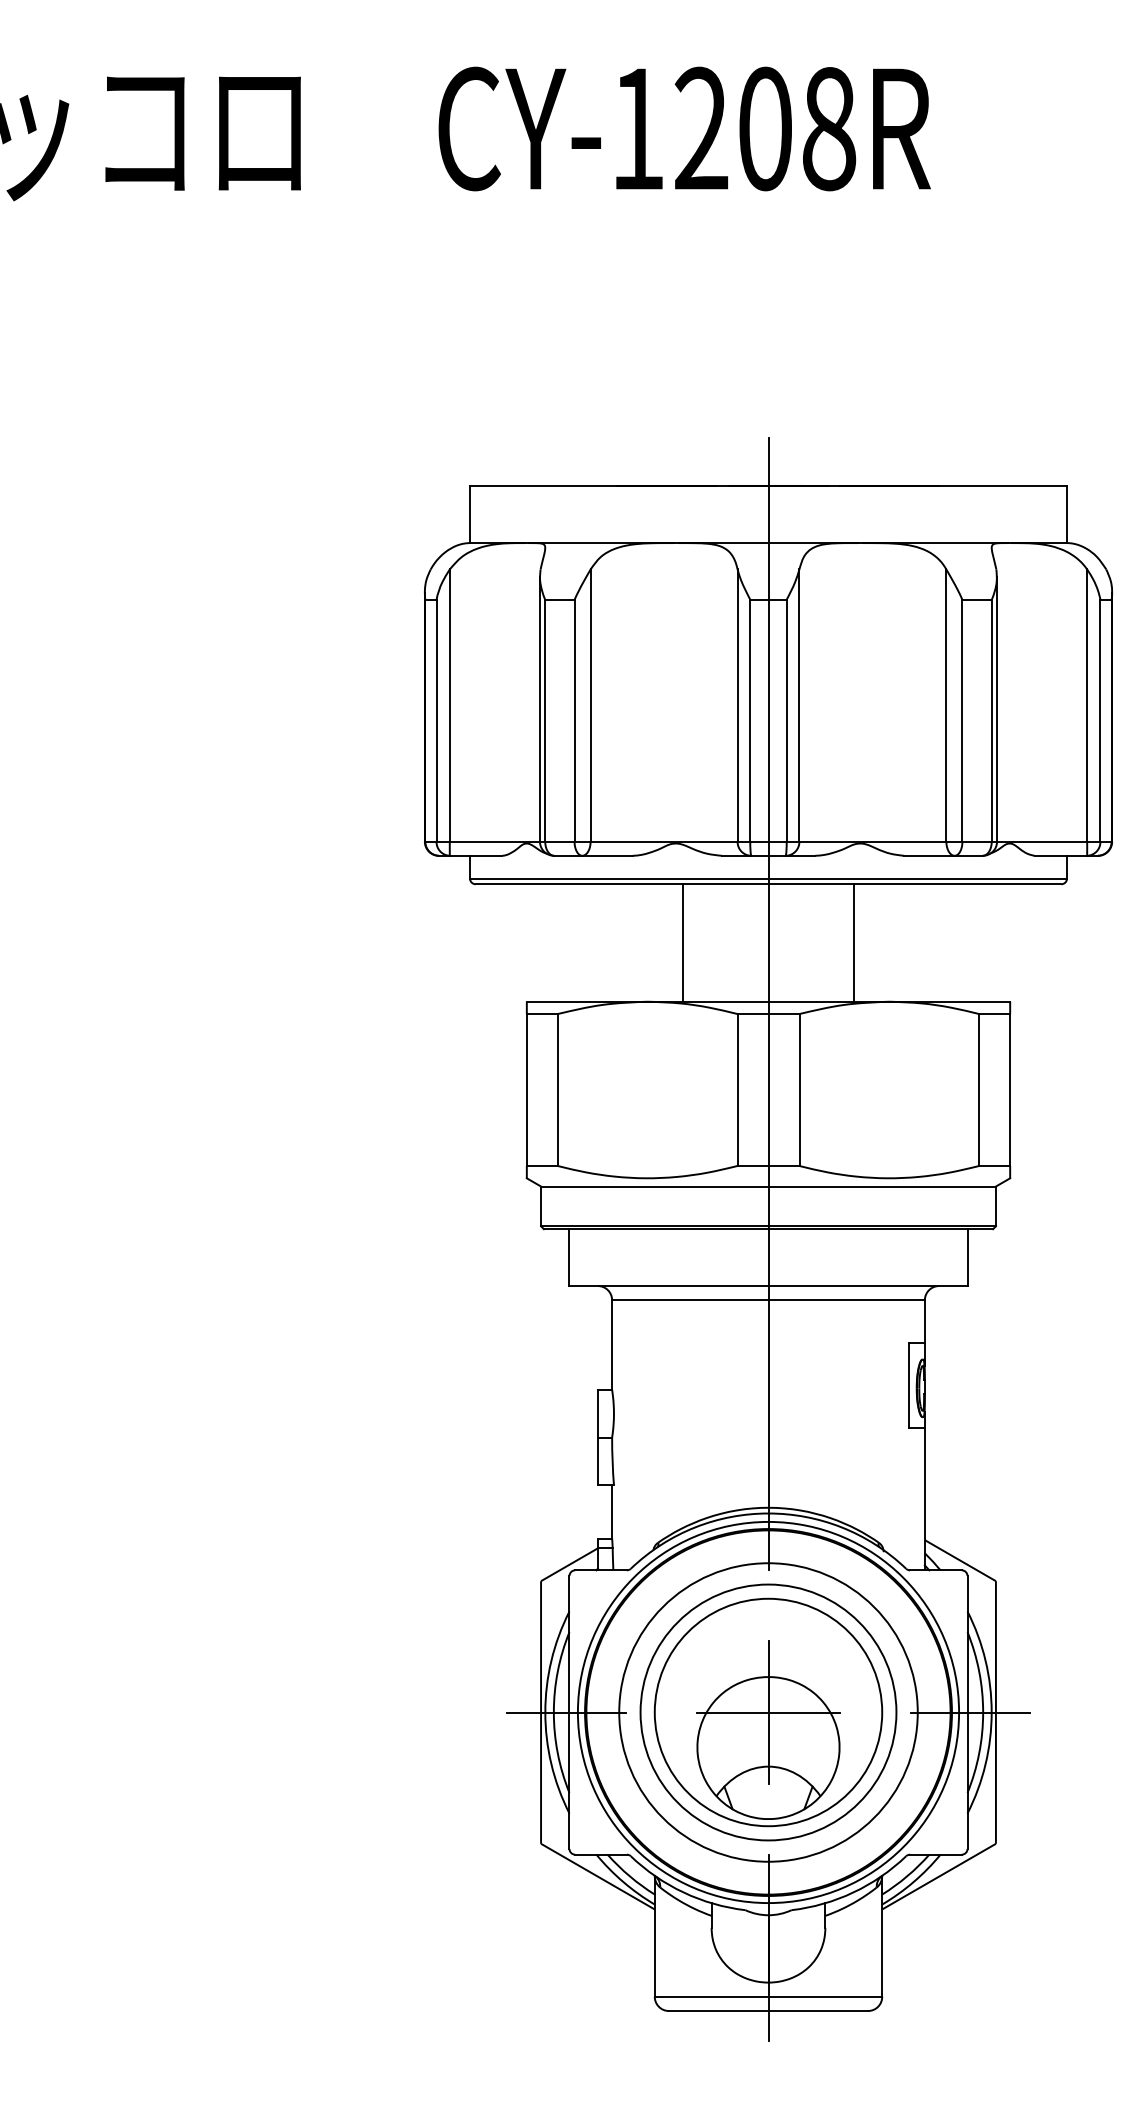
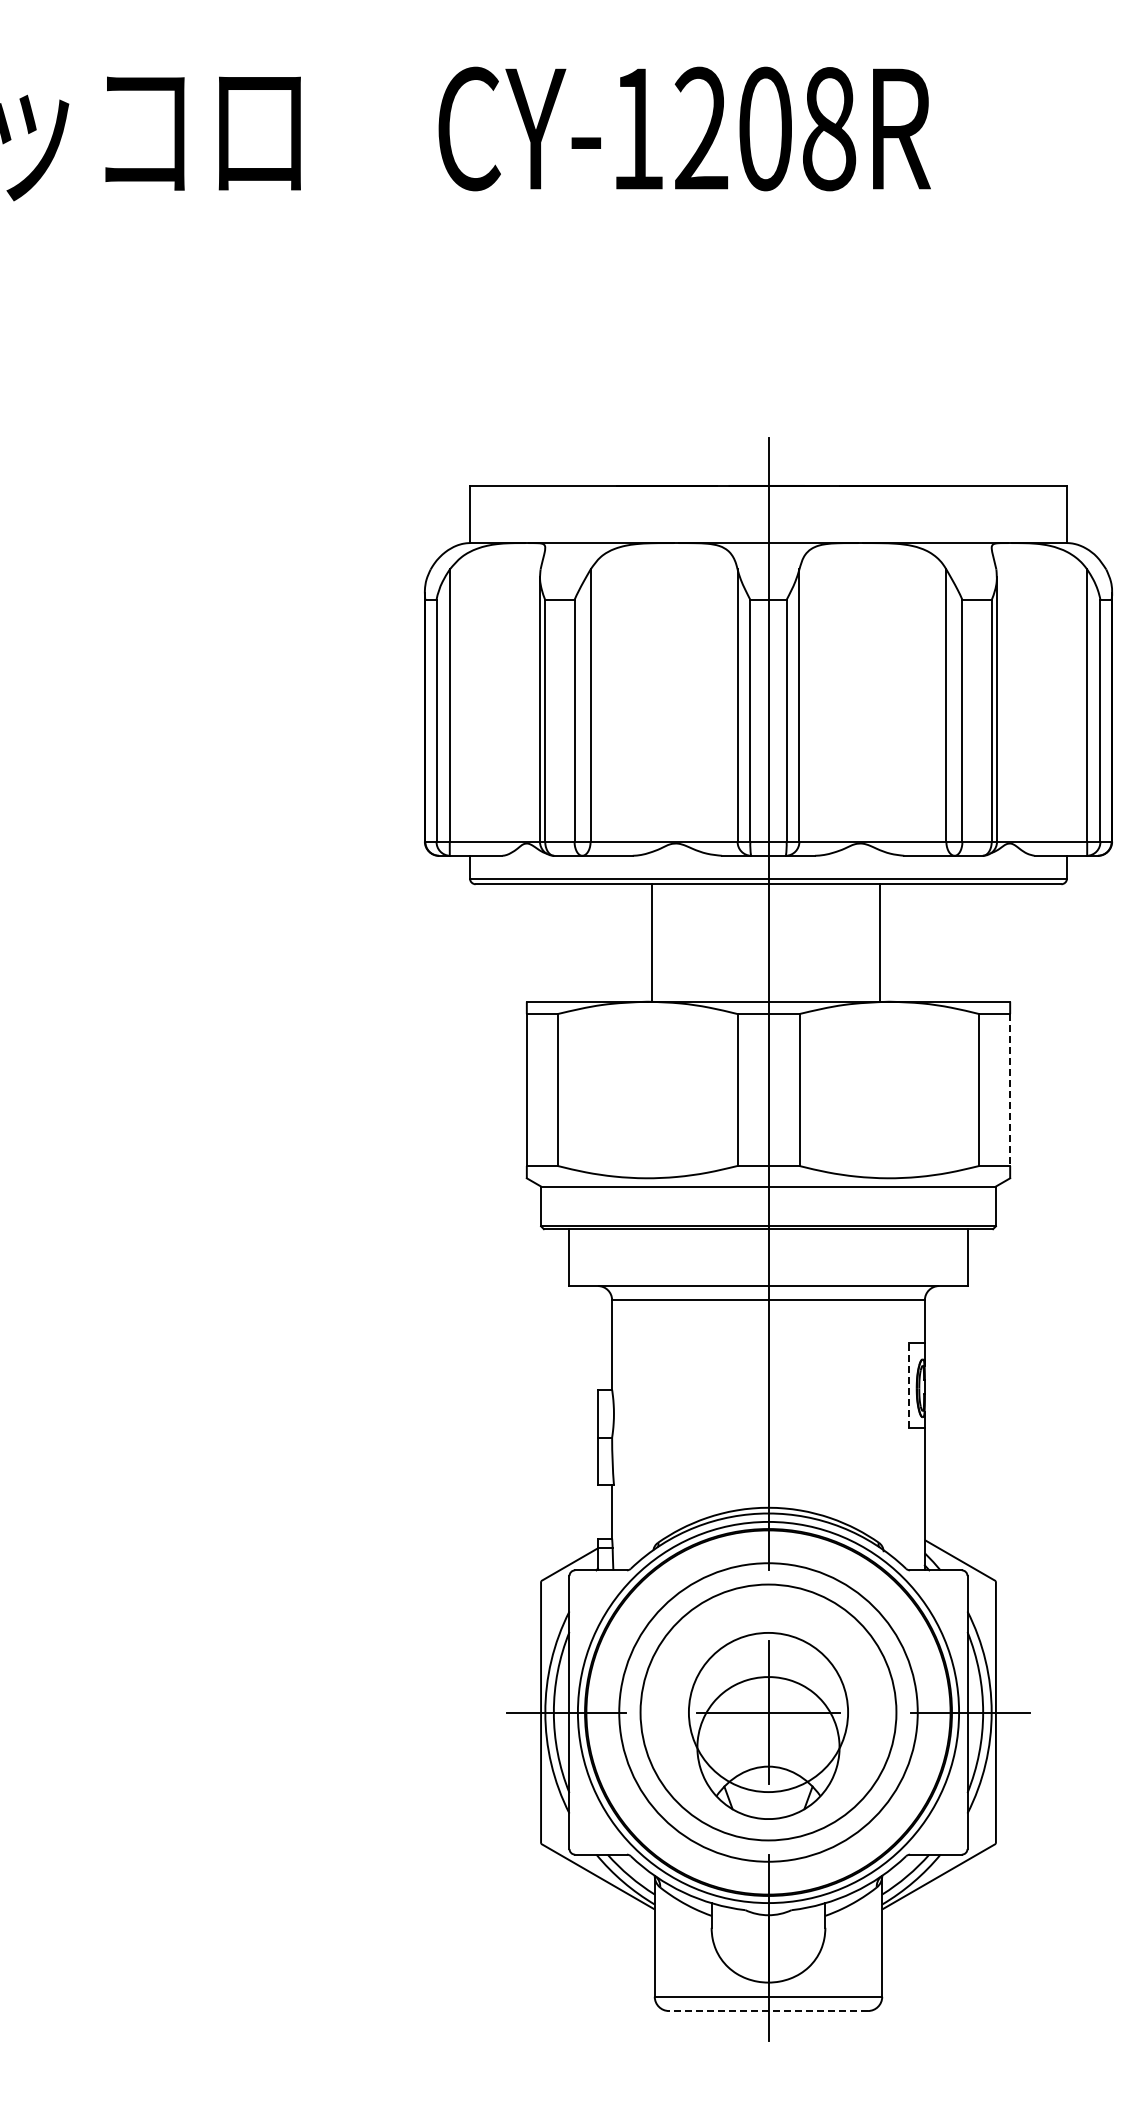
line at (683, 942) position: (683, 942) -> (652, 942)
line at (853, 942) position: (853, 942) -> (879, 942)
line at (1010, 1090): solid -> dashed
line at (908, 1385): solid -> dashed
circle at (768, 1712) diameter: 227 px -> 159 px
line at (768, 2011): solid -> dashed
